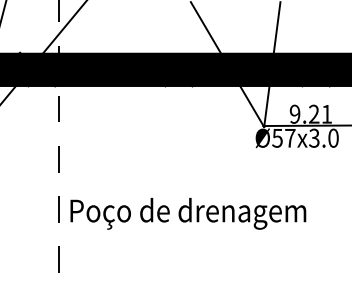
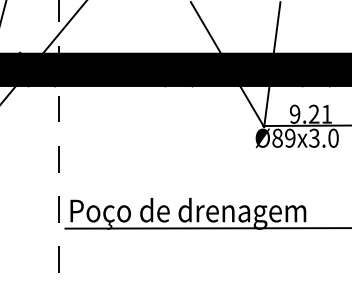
text at (283, 137): Ø57 -> Ø89
line at (206, 228): none -> present
